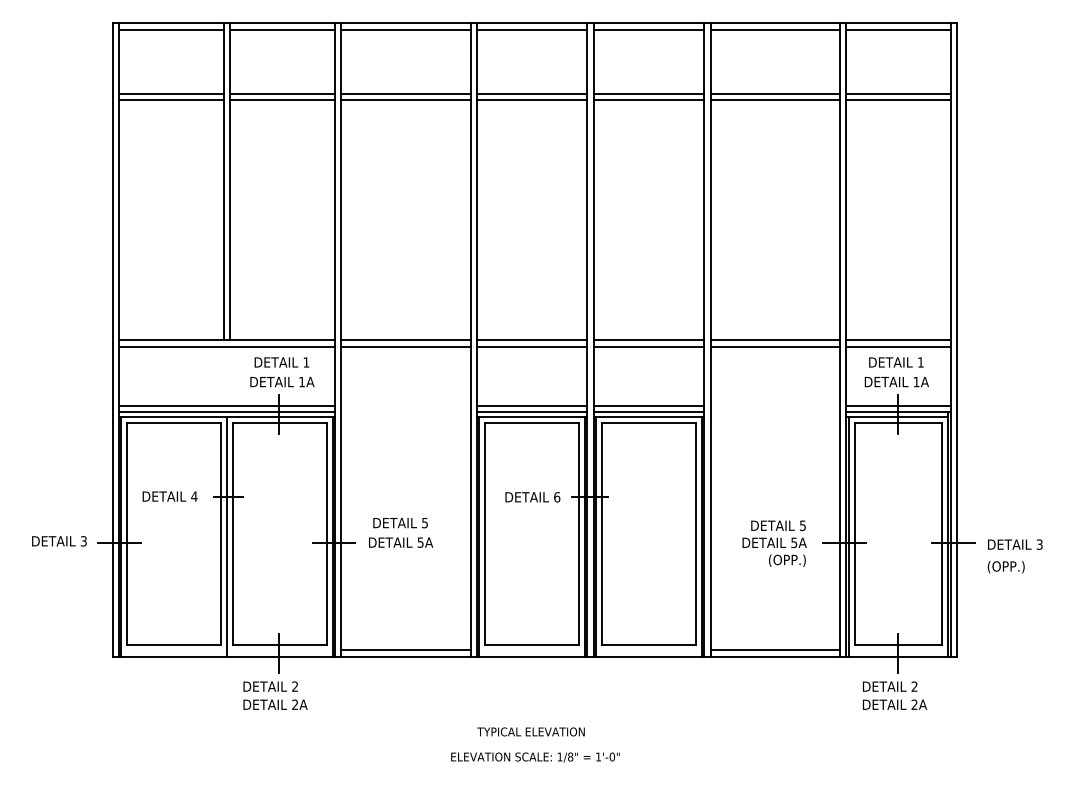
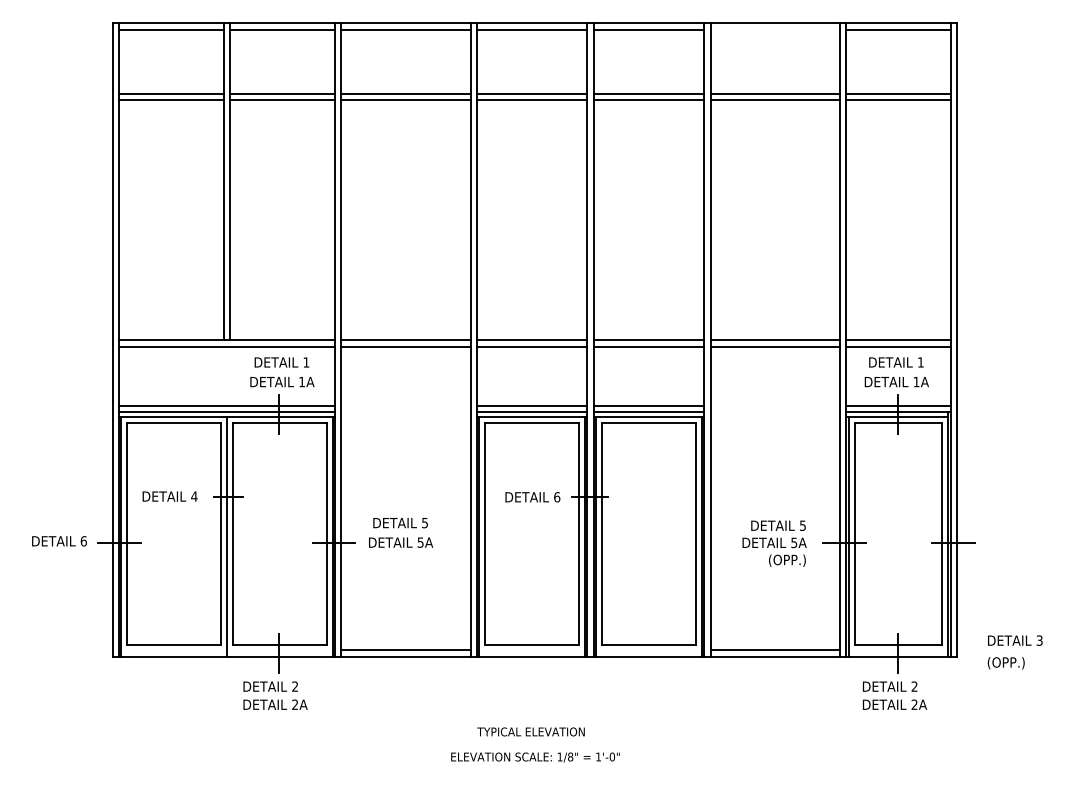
line at (774, 30): present -> none
text at (83, 541): 3 -> 6
text at (1014, 556) position: (1014, 556) -> (1014, 652)
